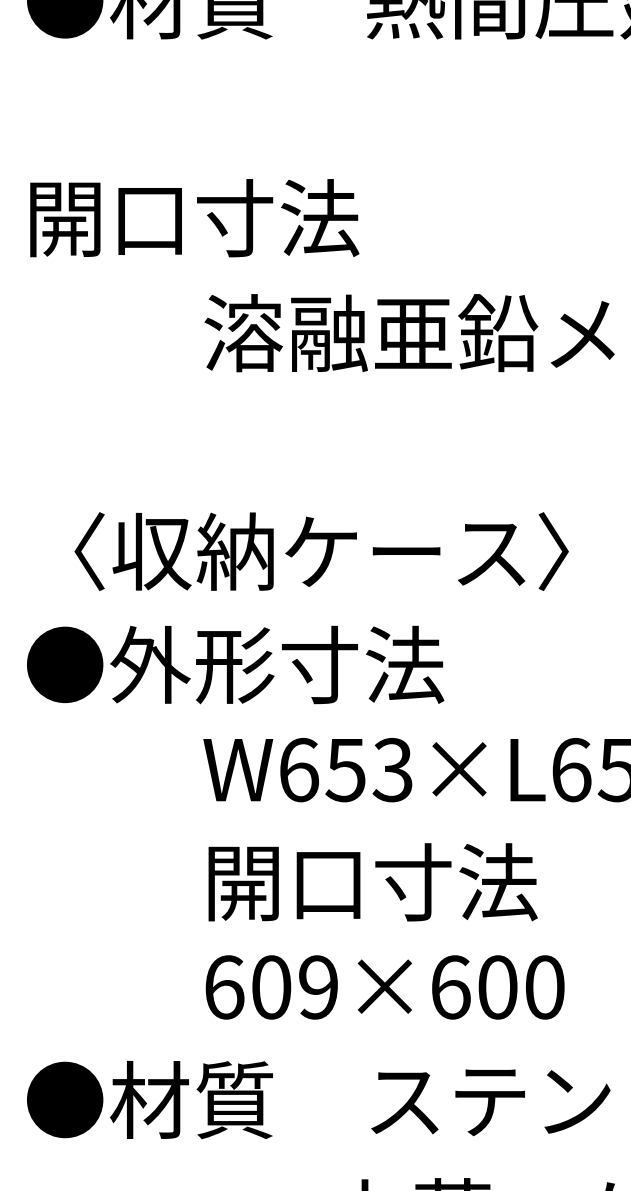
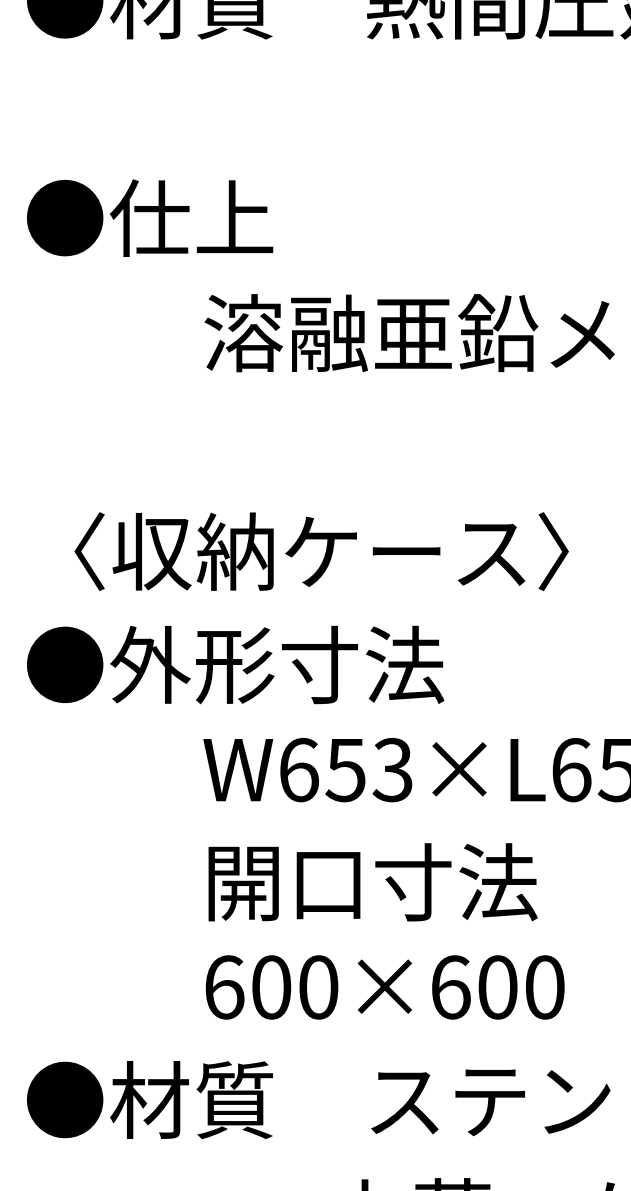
text at (193, 218): 開口寸法 -> ●仕上
text at (318, 987): 609×600 -> 600×600
